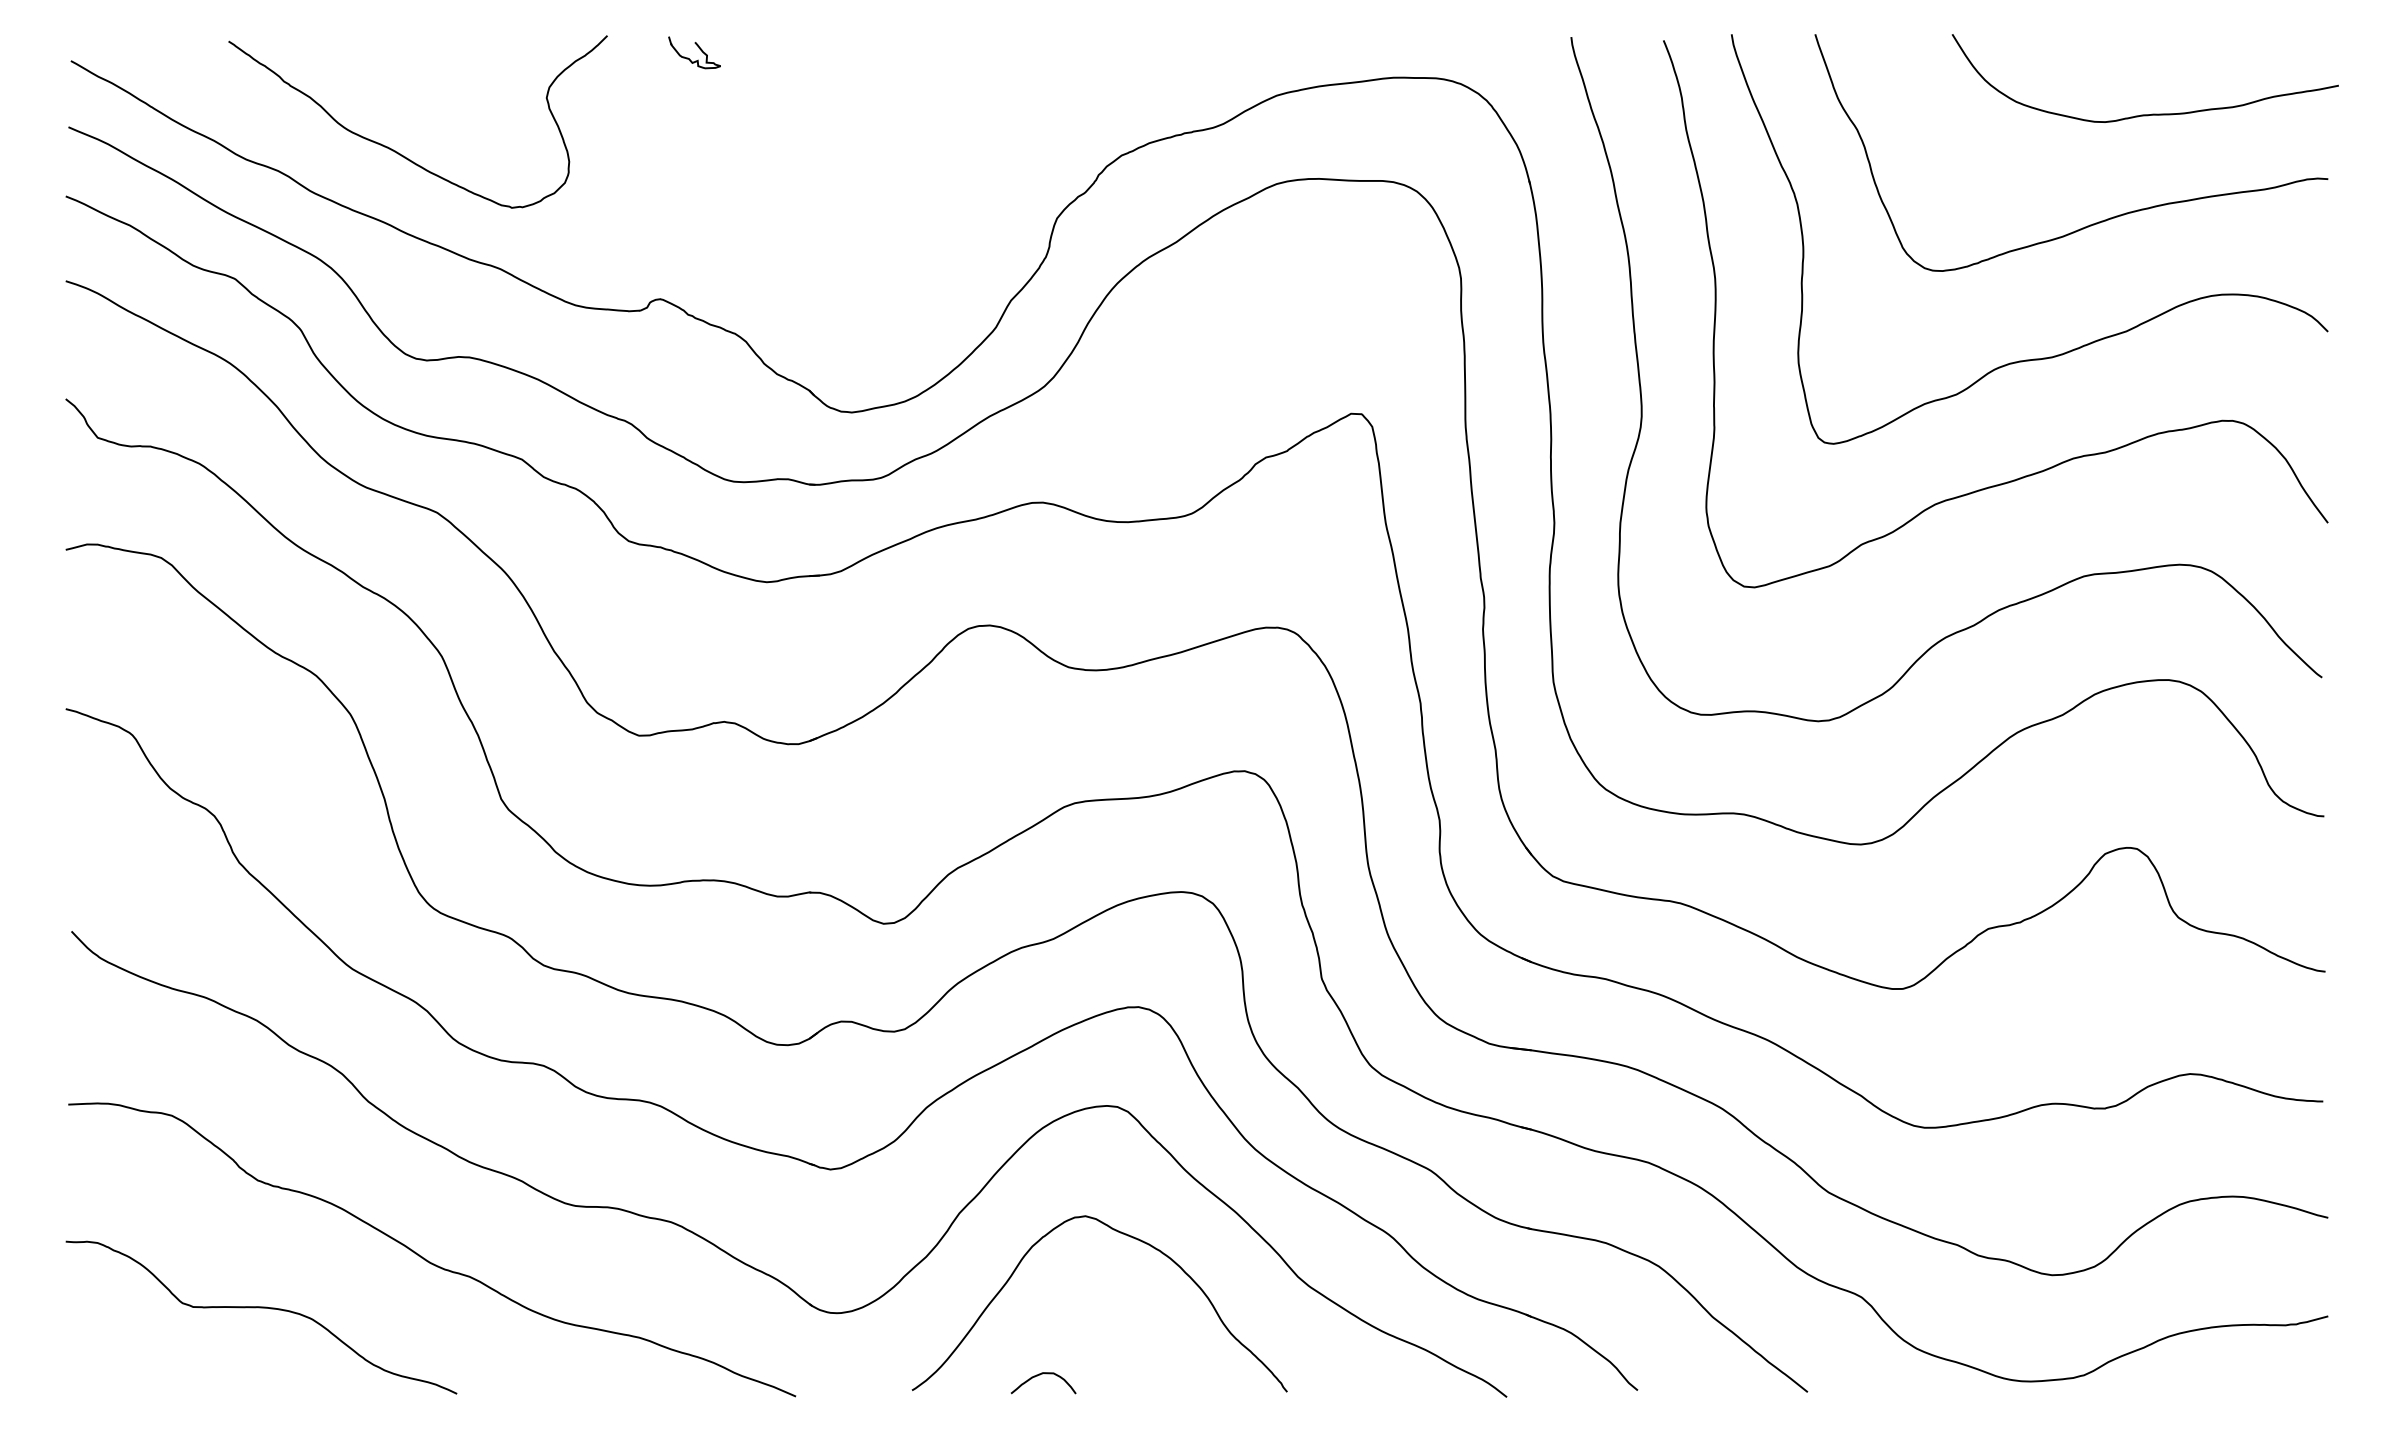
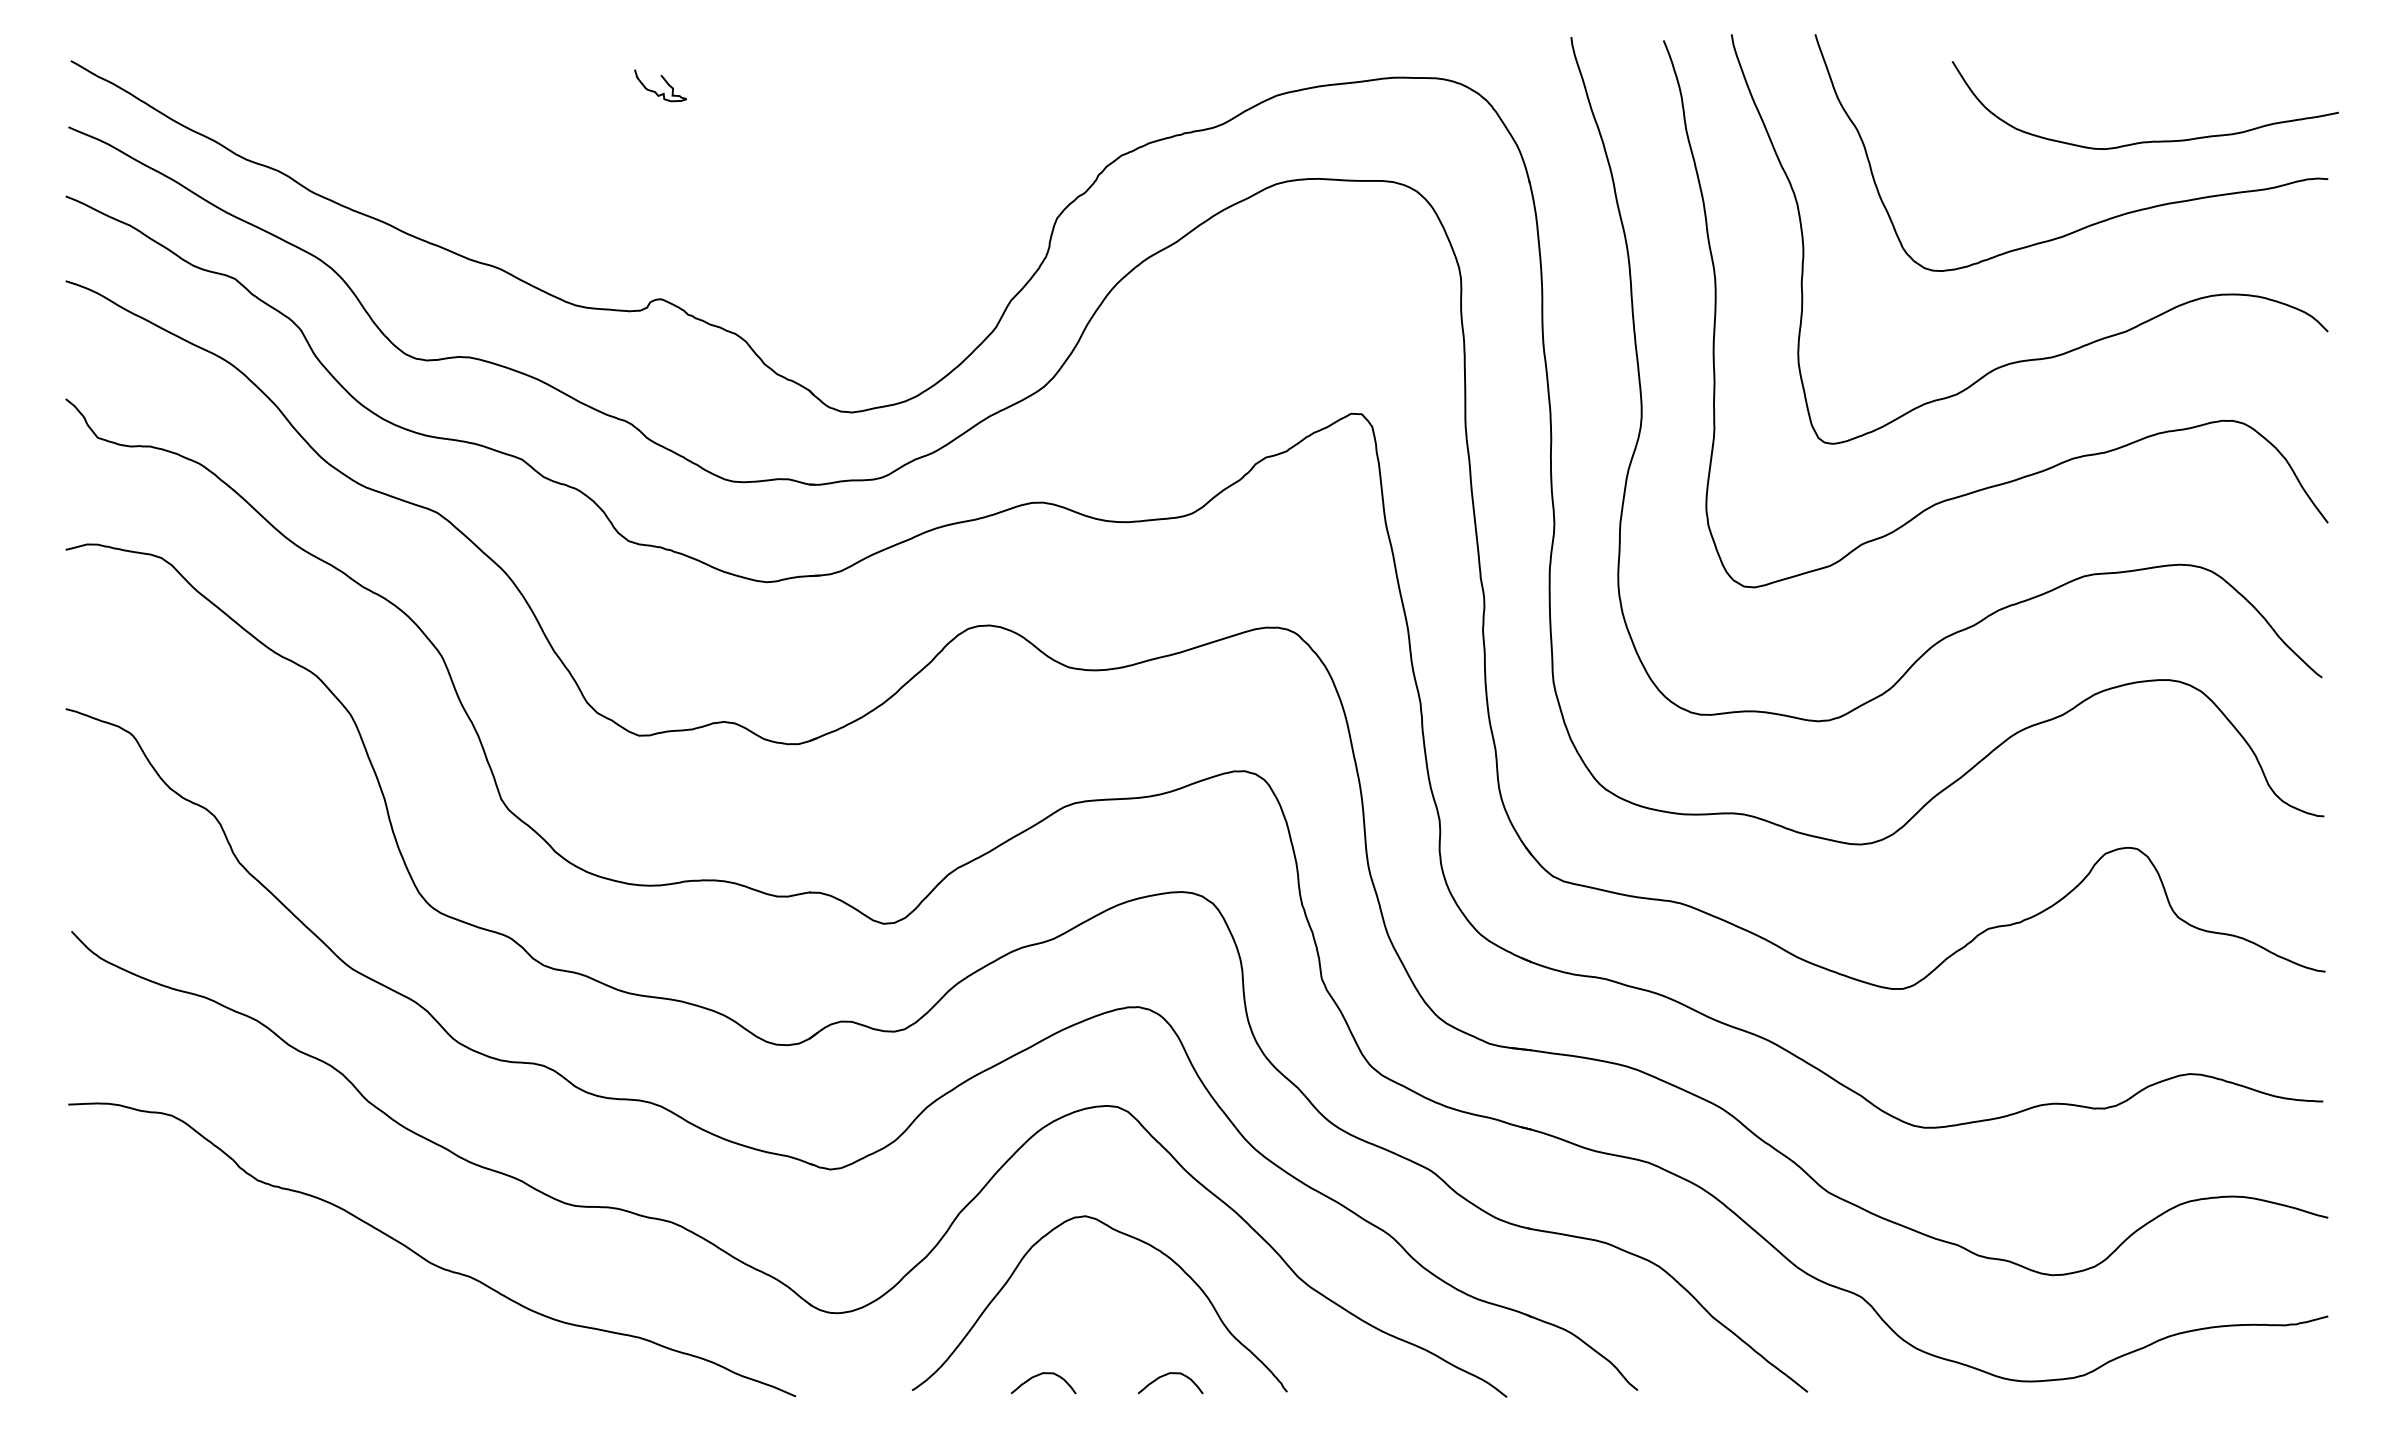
curve at (699, 49) position: (699, 49) -> (665, 82)
curve at (2152, 113) position: (2152, 113) -> (2152, 140)
curve at (397, 151): present -> none
curve at (261, 1308): present -> none
curve at (1167, 1375): none -> present
